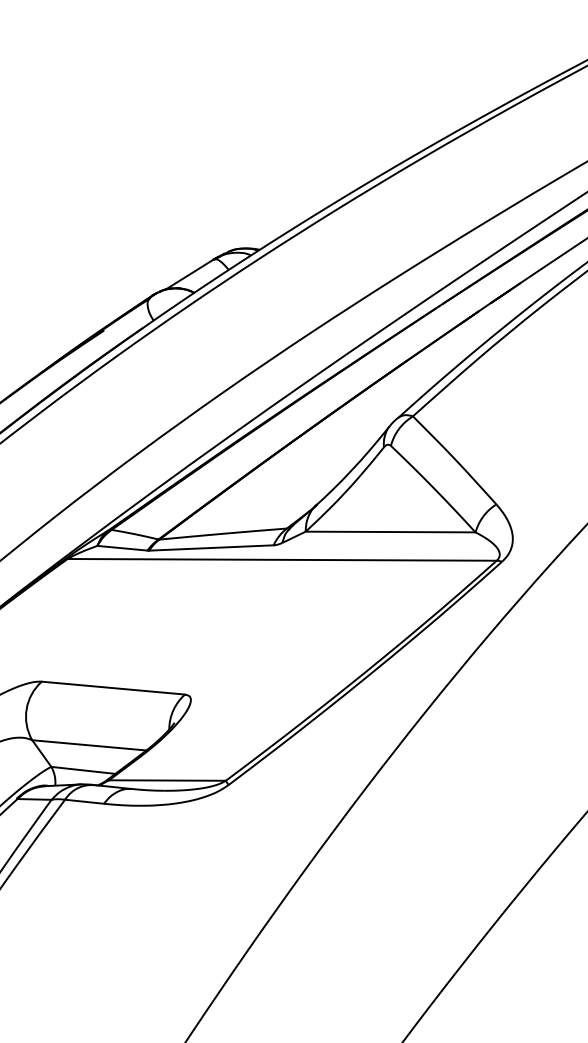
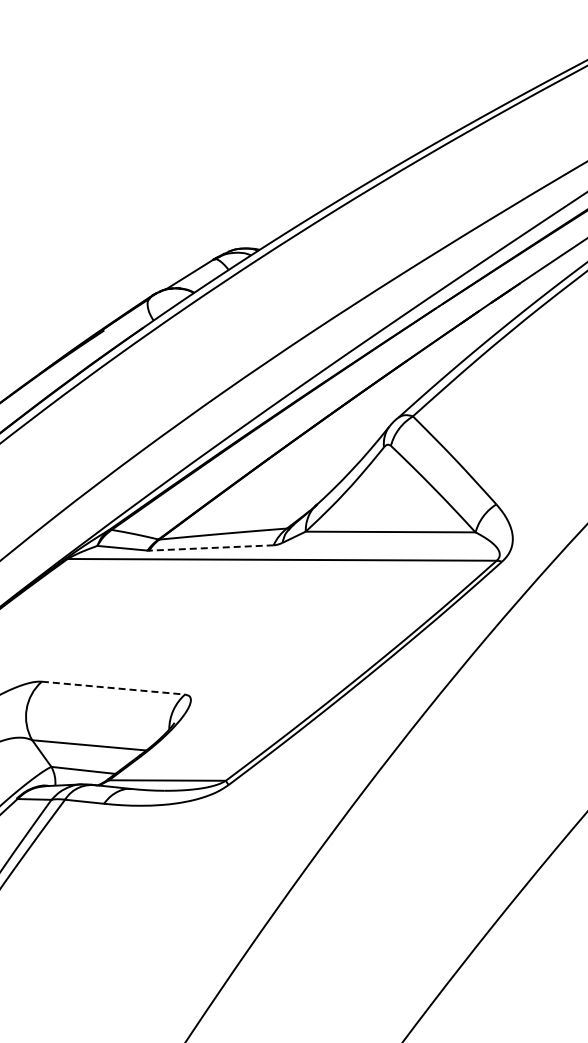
line at (210, 548): solid -> dashed
line at (113, 688): solid -> dashed
